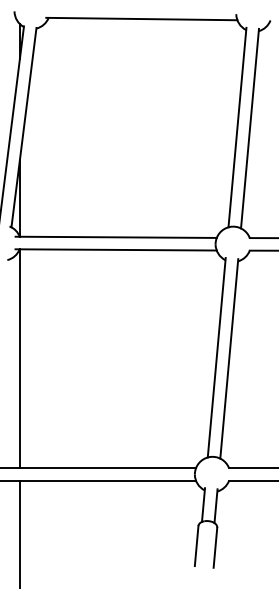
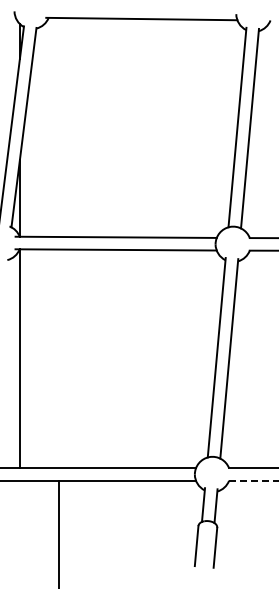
line at (254, 480): solid -> dashed
line at (19, 532) position: (19, 532) -> (58, 532)
